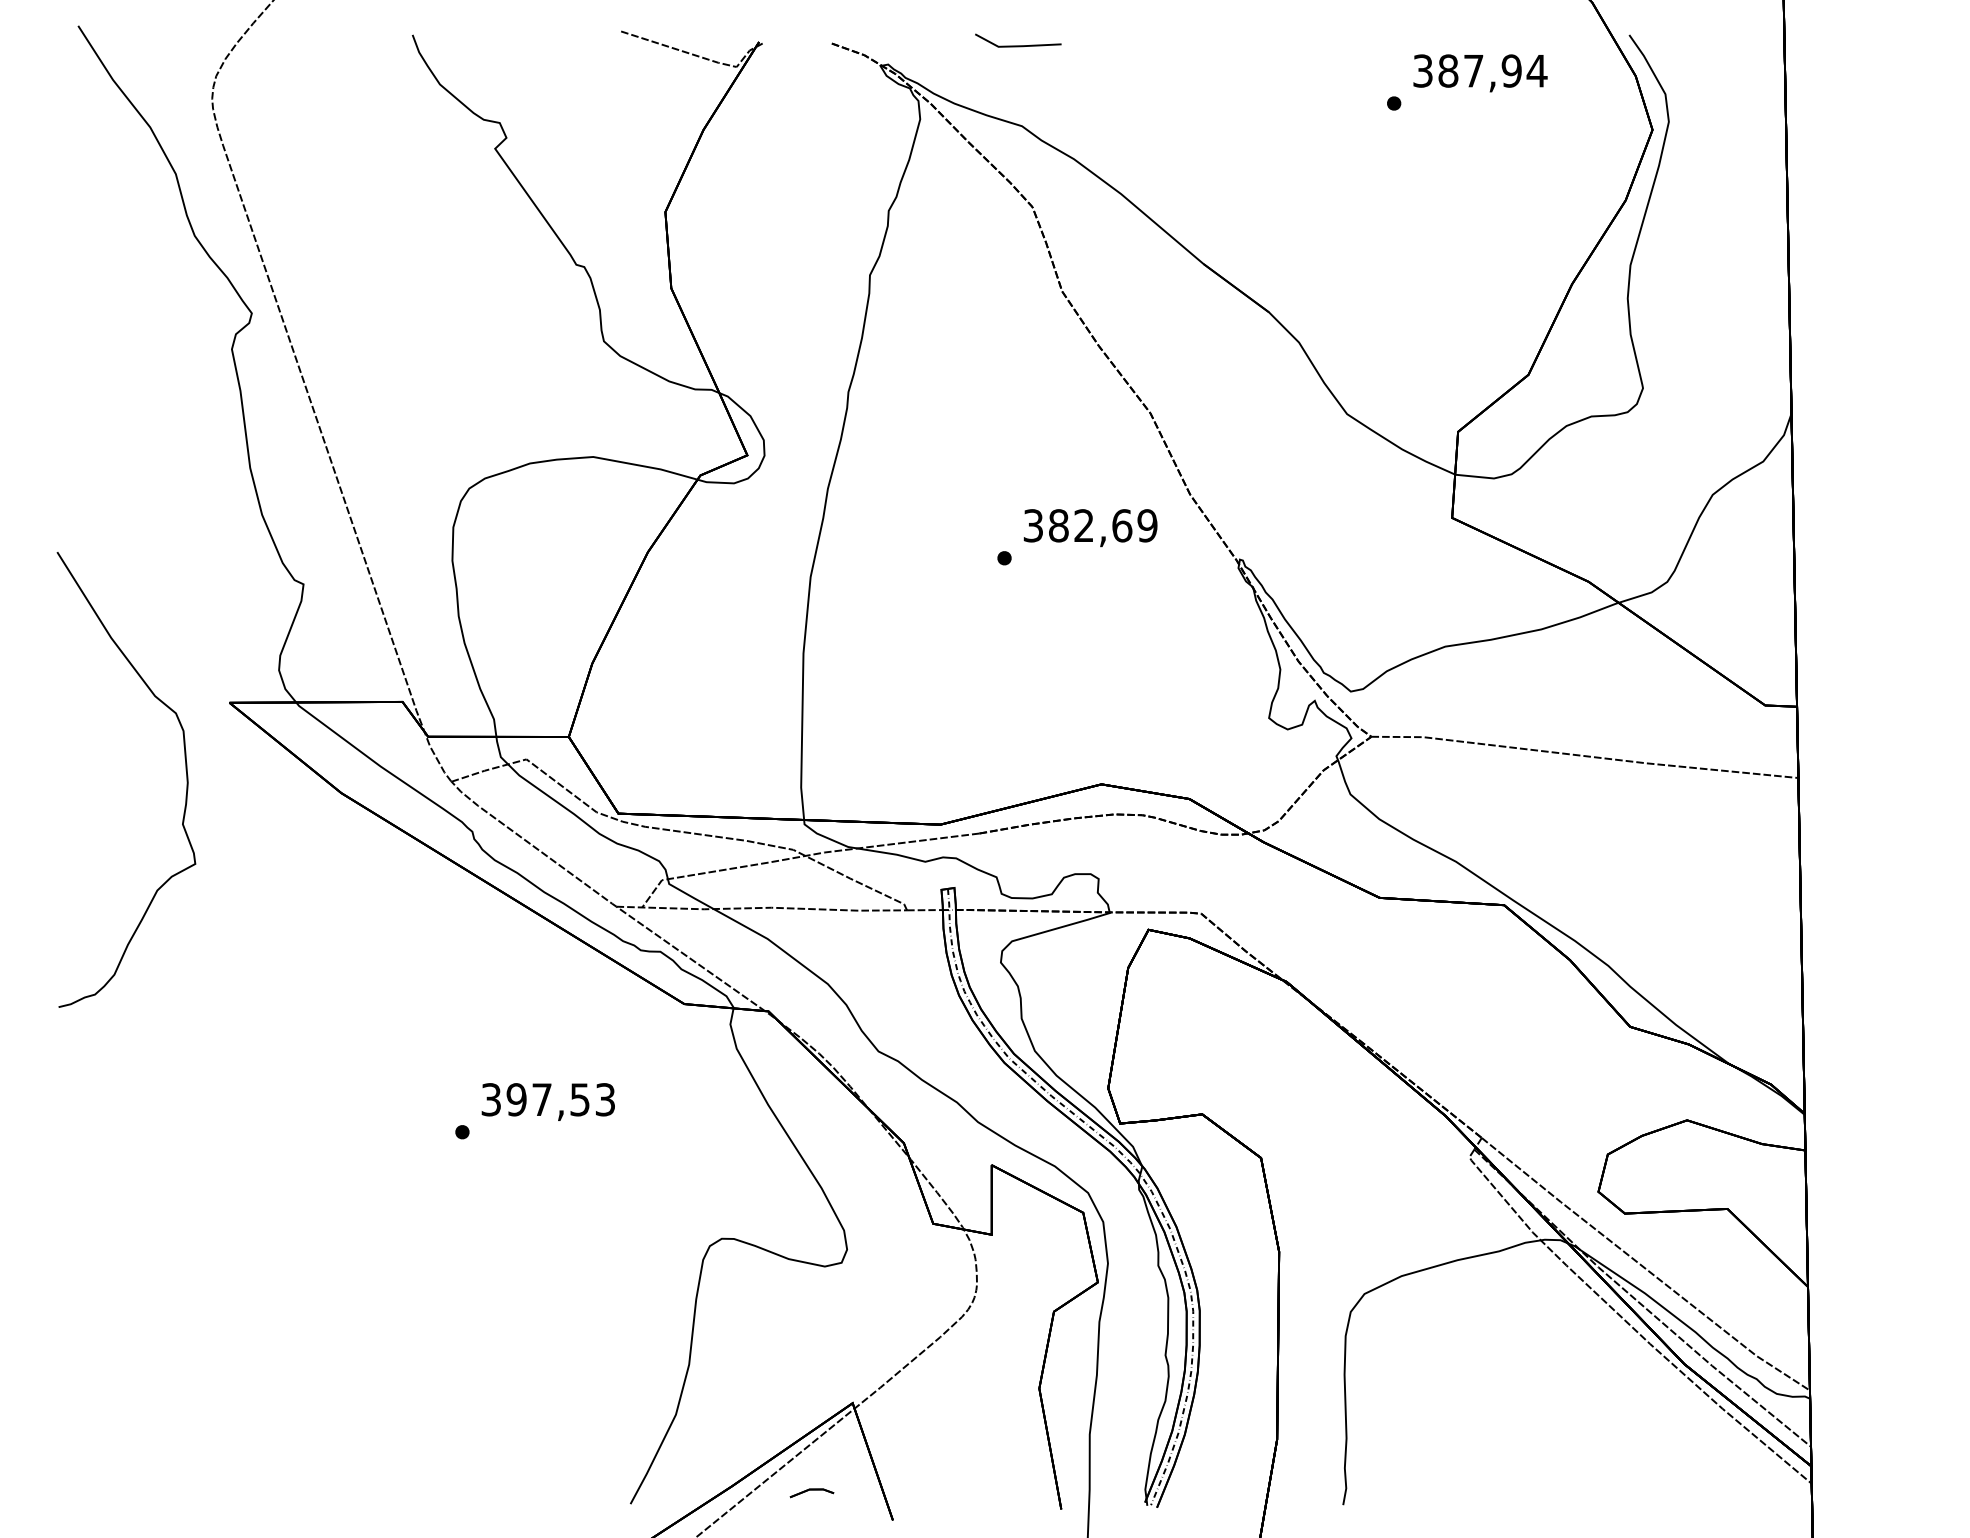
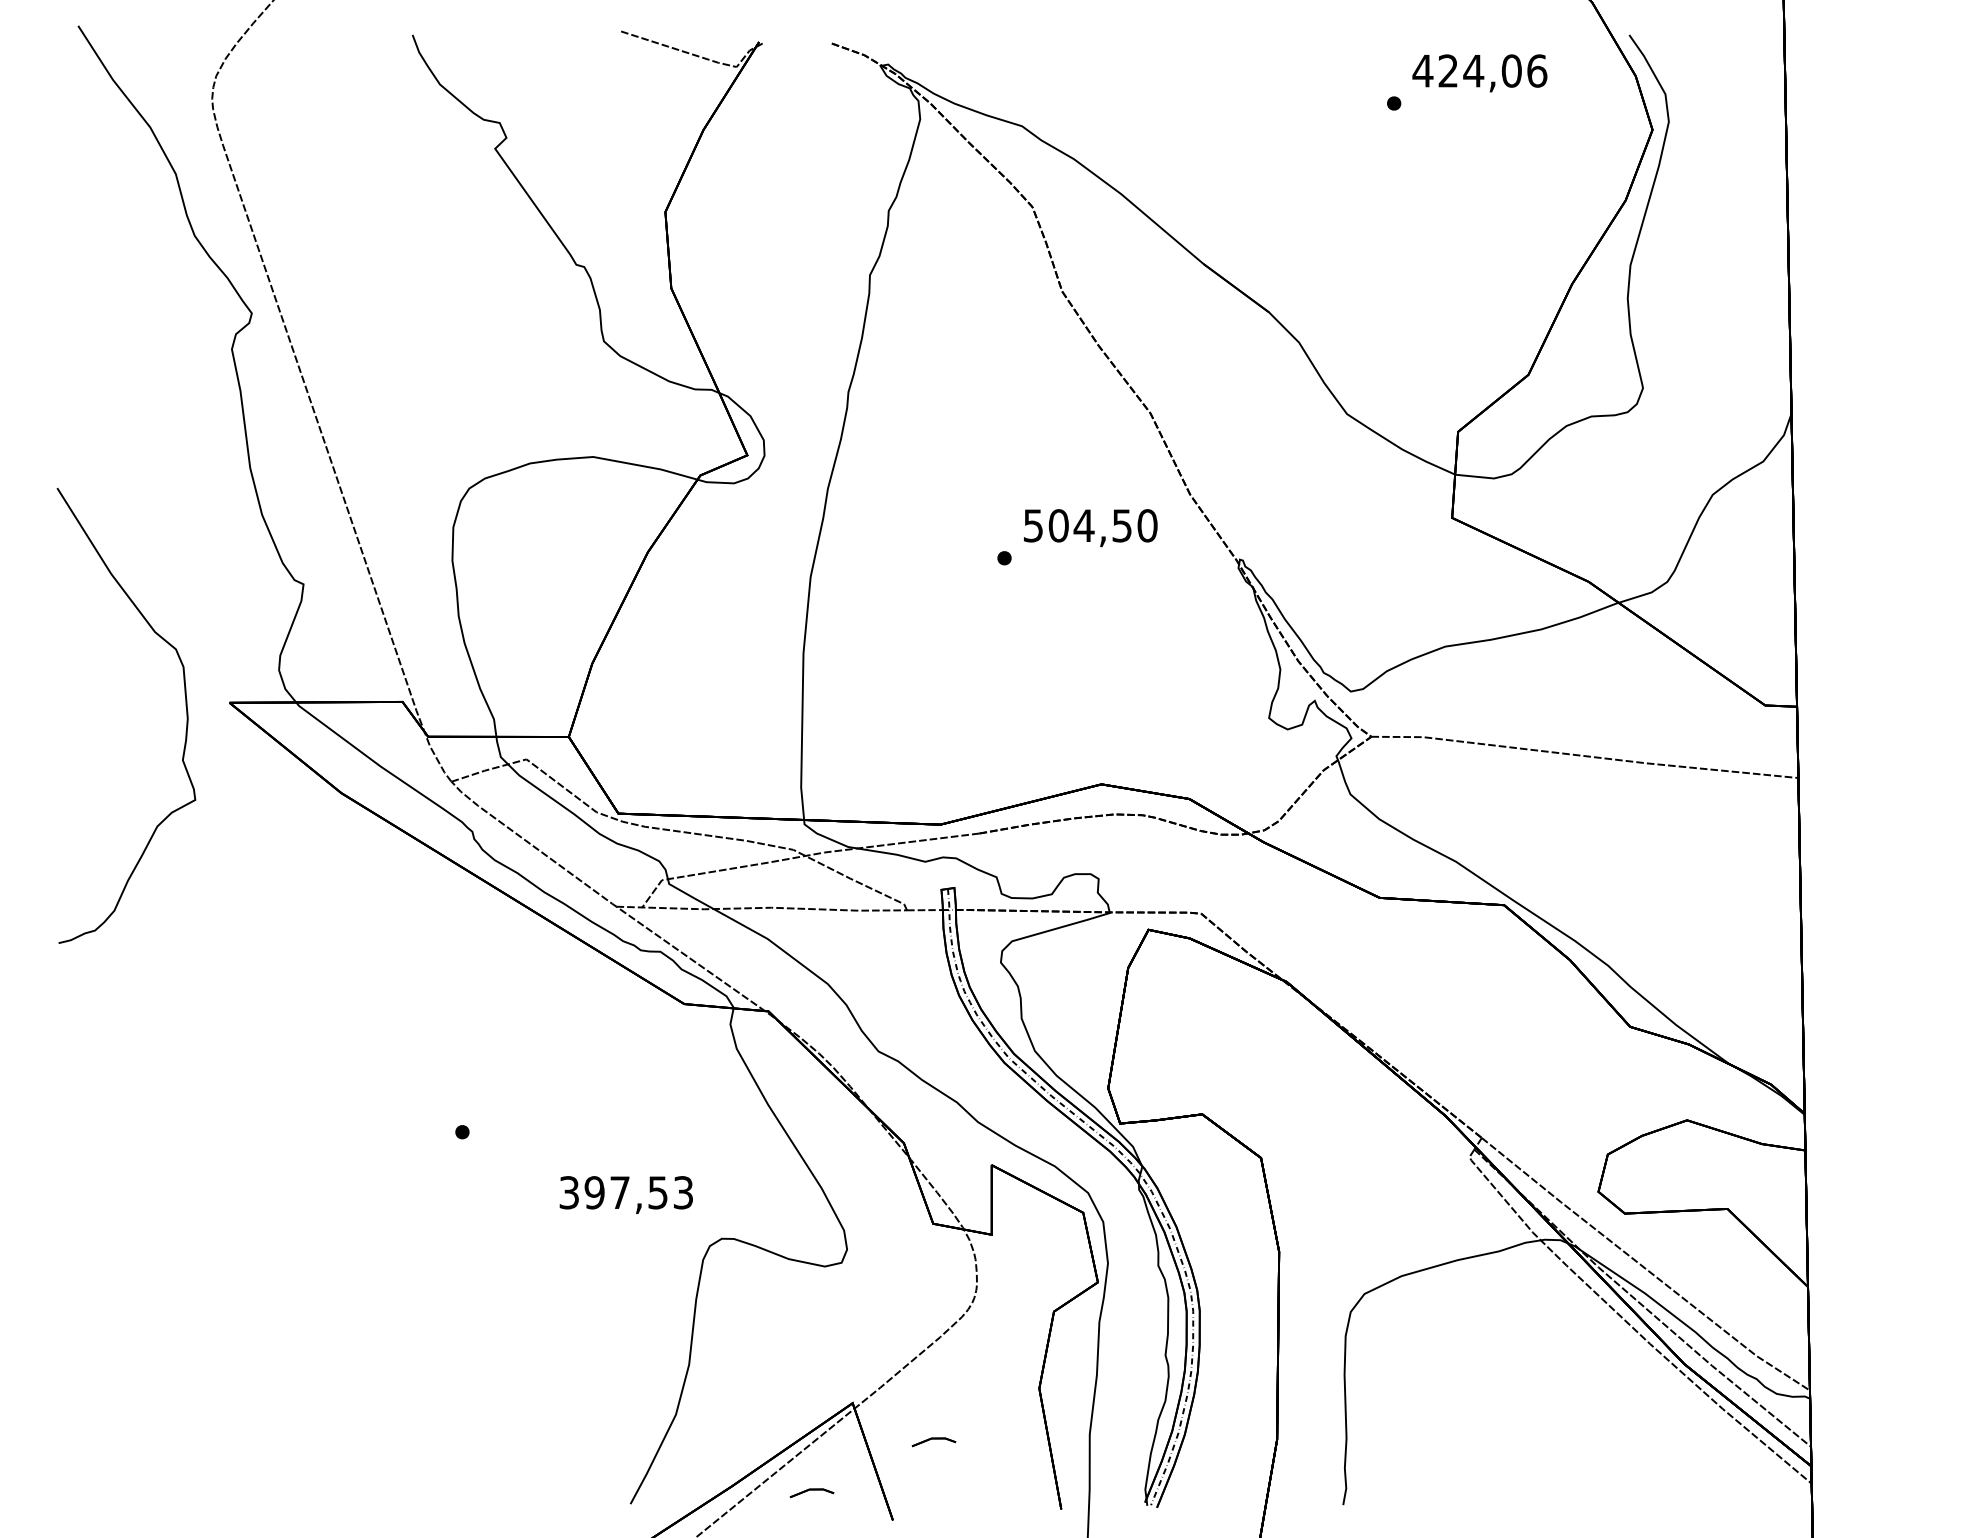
line at (1018, 45): present -> none
text at (1479, 70): 387,94 -> 424,06
text at (1090, 525): 382,69 -> 504,50
curve at (185, 770) position: (185, 770) -> (185, 706)
text at (547, 1101) position: (547, 1101) -> (625, 1194)
part at (933, 1442): none -> present
